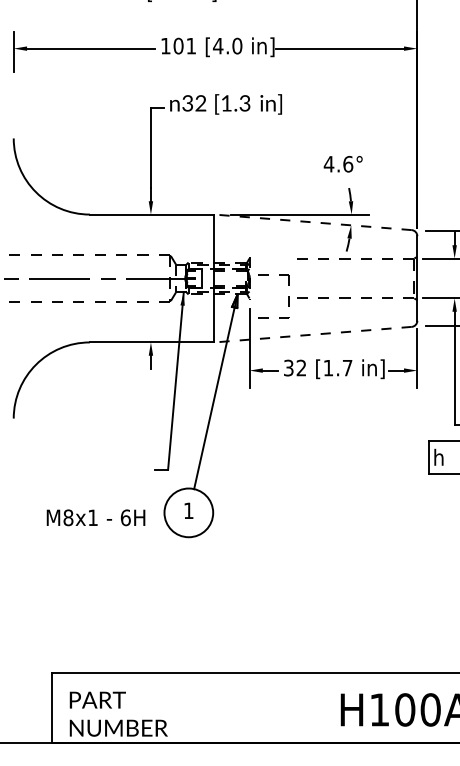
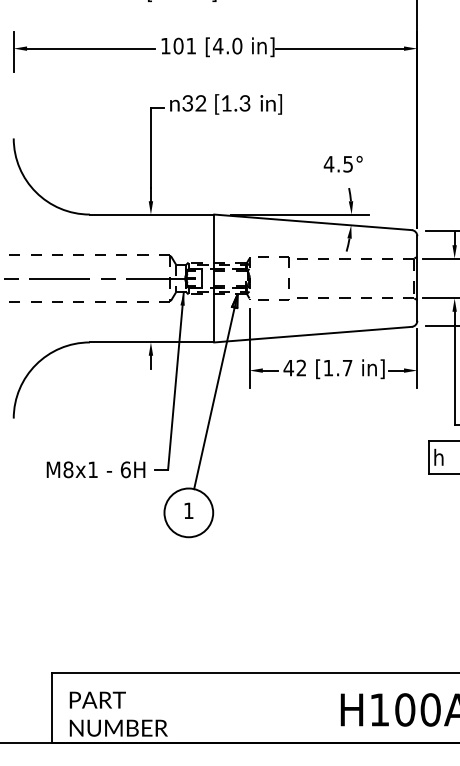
text at (348, 163): 4.6° -> 4.5°
line at (312, 222): dashed -> solid
part at (288, 296) position: (288, 296) -> (288, 278)
line at (312, 334): dashed -> solid
text at (288, 367): 32 -> 42
text at (95, 517) position: (95, 517) -> (95, 469)
